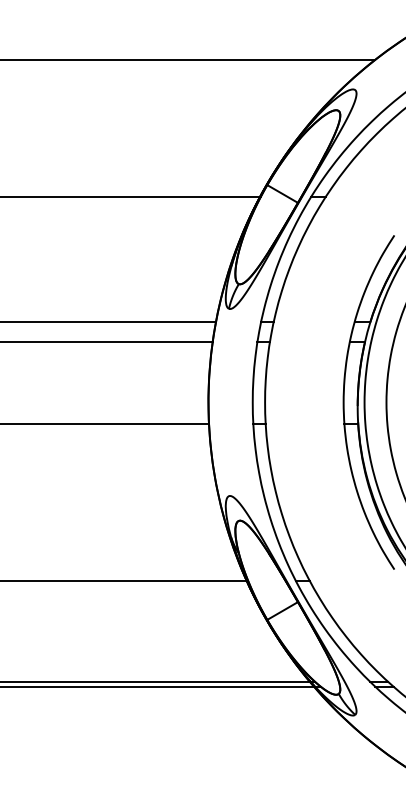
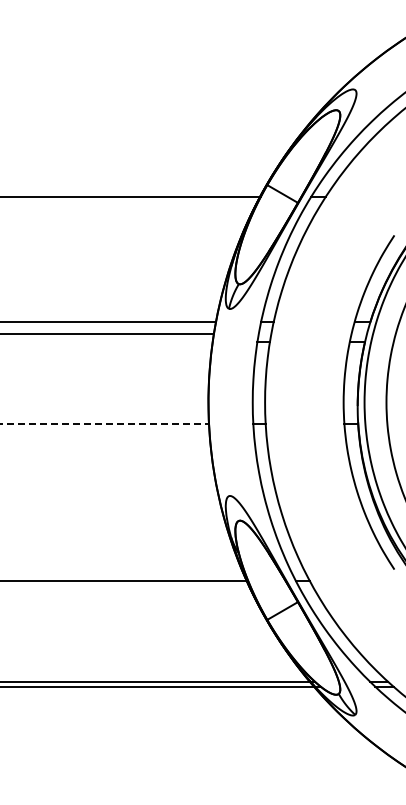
line at (188, 59): present -> none
line at (107, 341) position: (107, 341) -> (107, 333)
line at (105, 423): solid -> dashed
